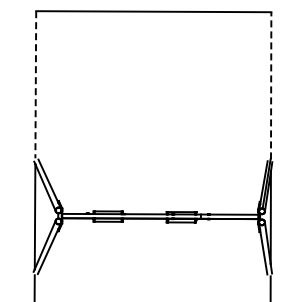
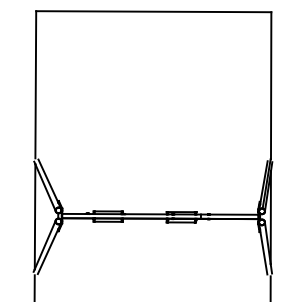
line at (35, 84): dashed -> solid
line at (271, 85): dashed -> solid
